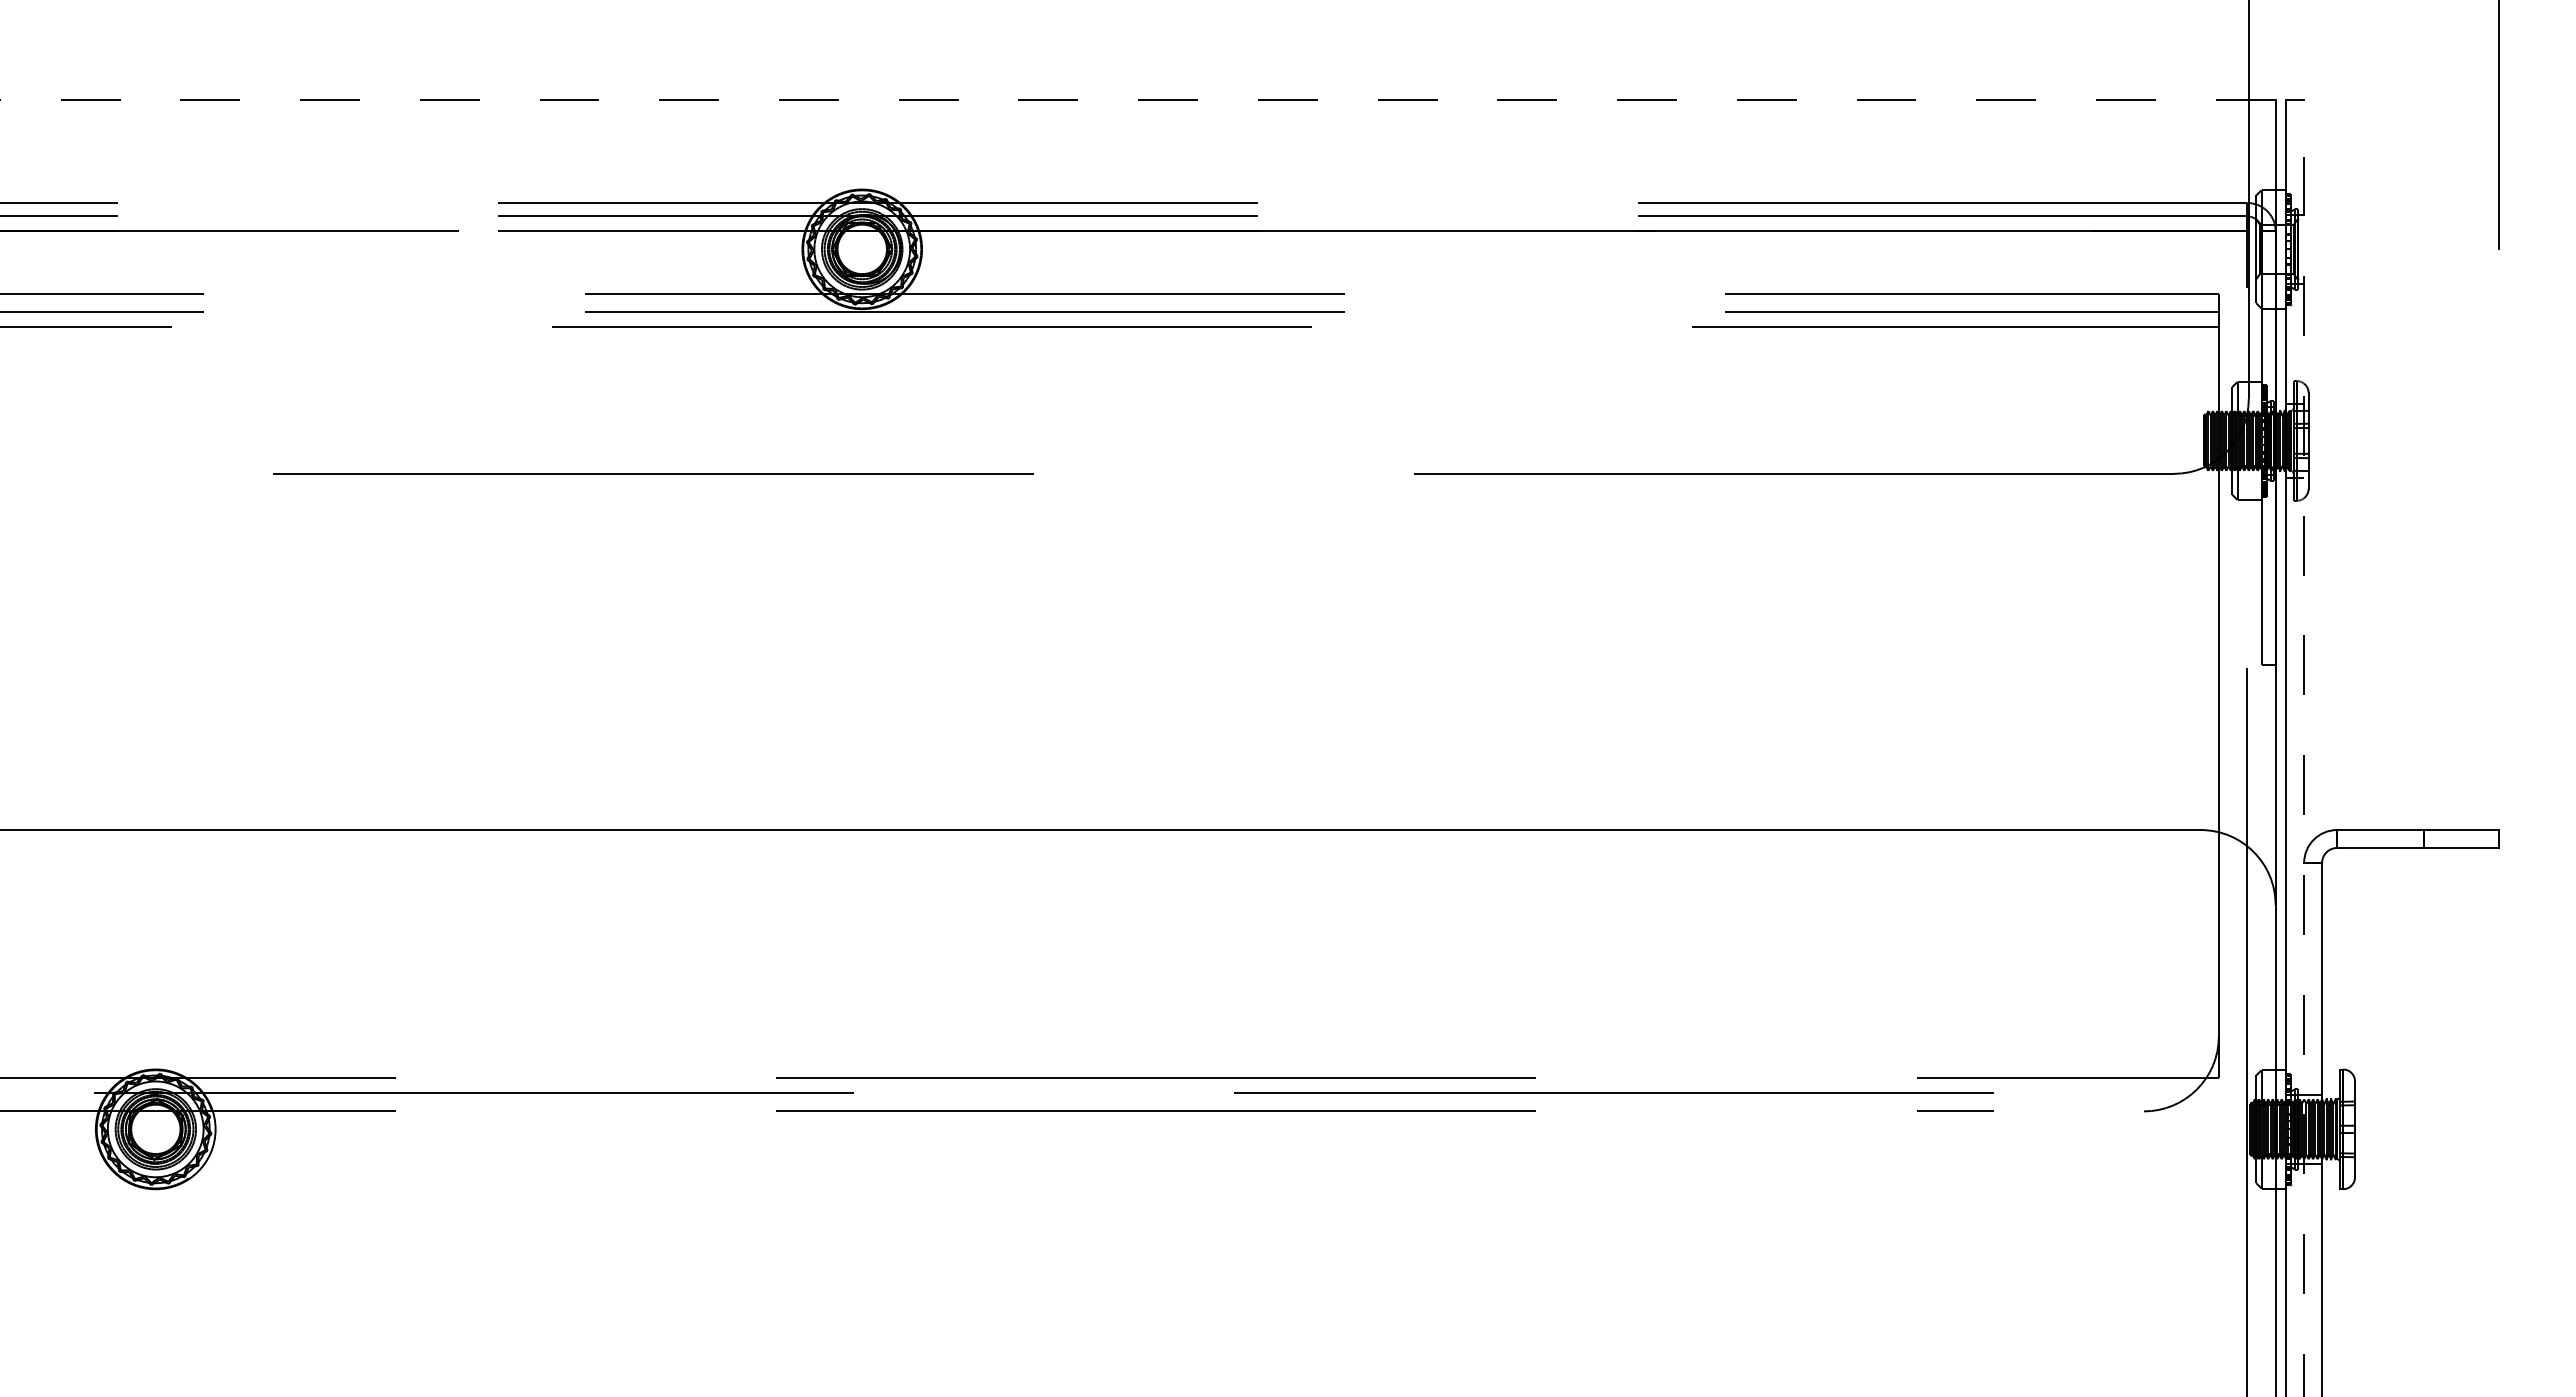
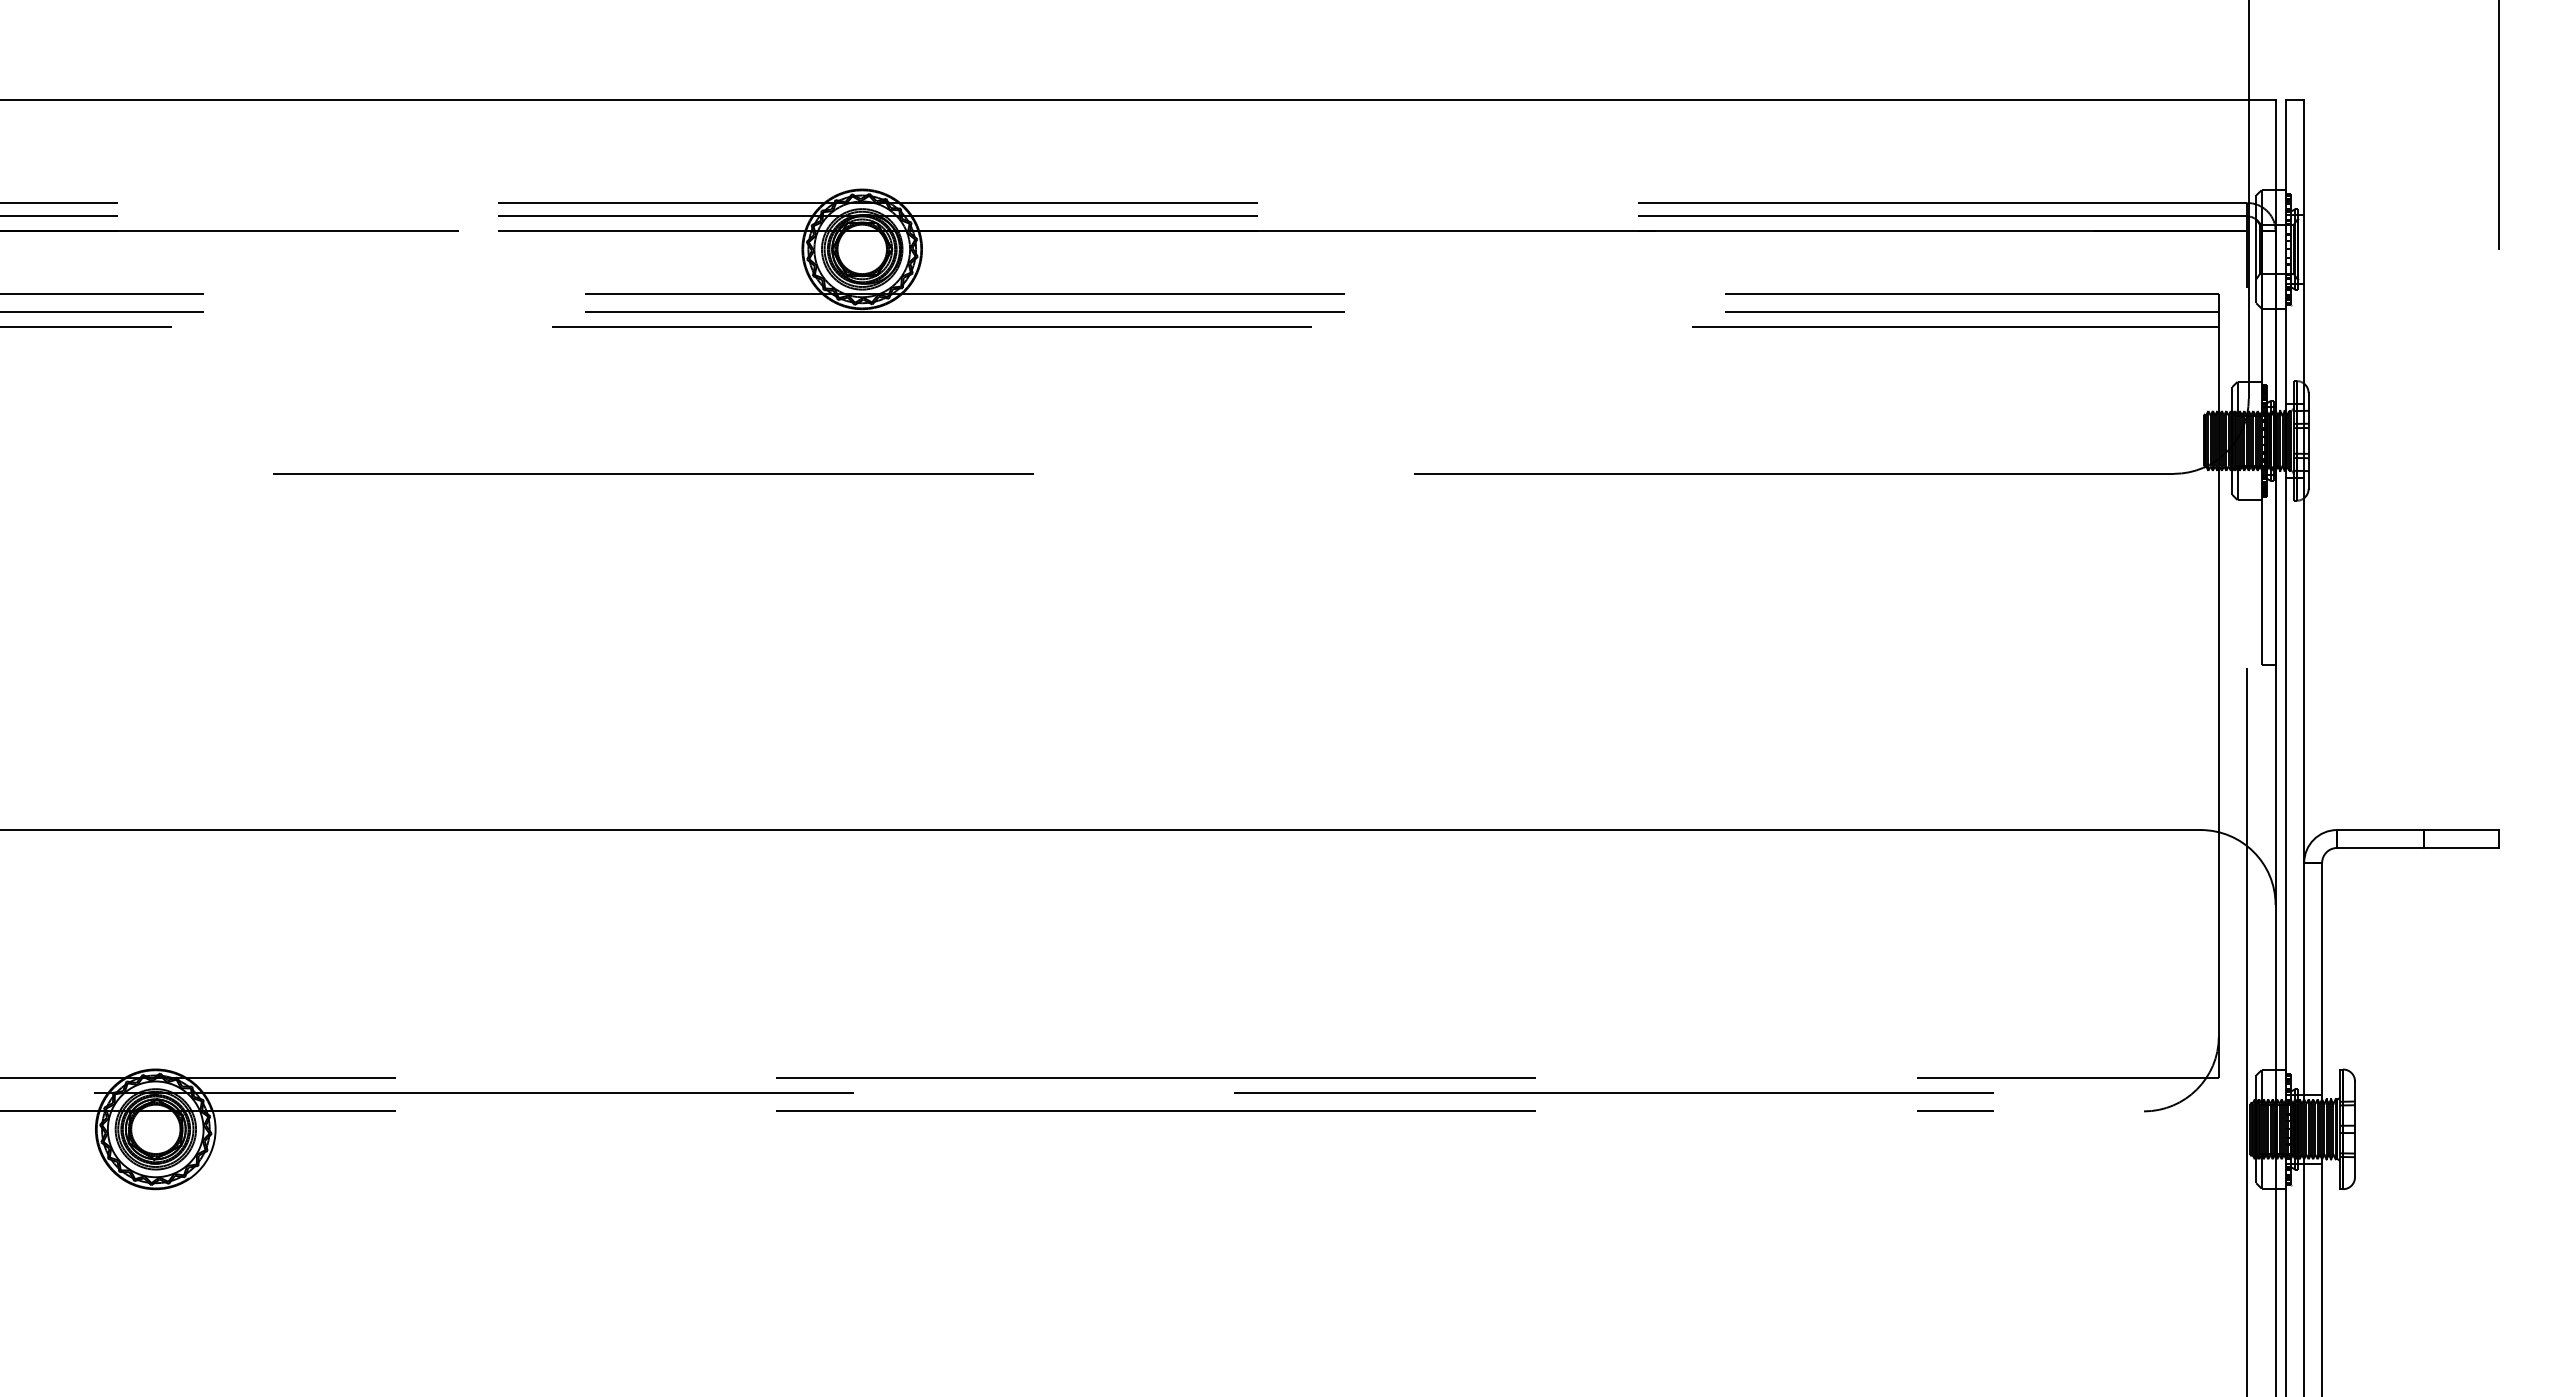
line at (1137, 99): dashed -> solid
line at (2304, 747): dashed -> solid
